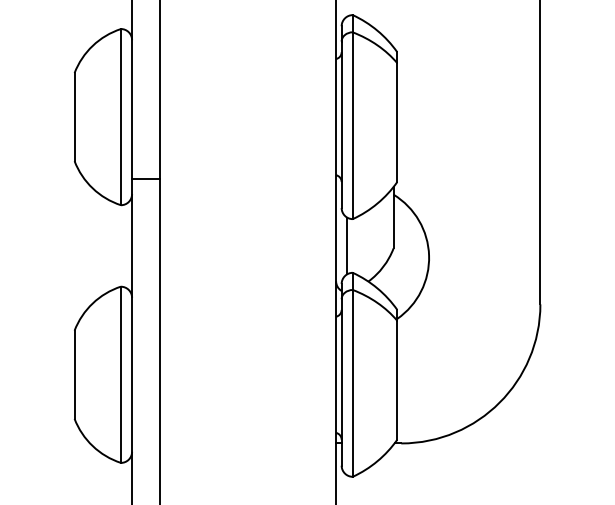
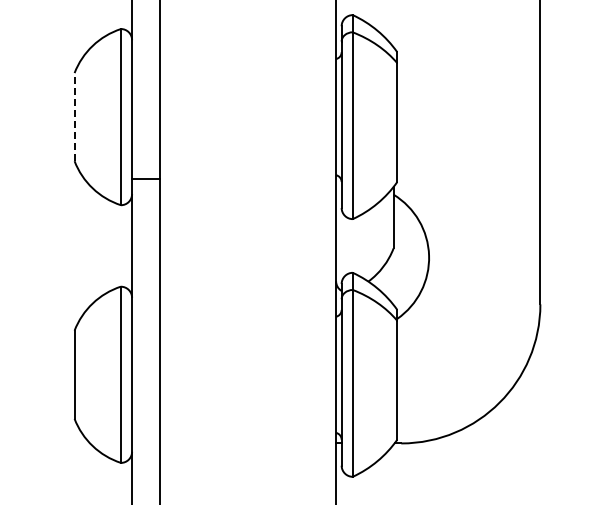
line at (74, 116): solid -> dashed
line at (347, 245): present -> none
